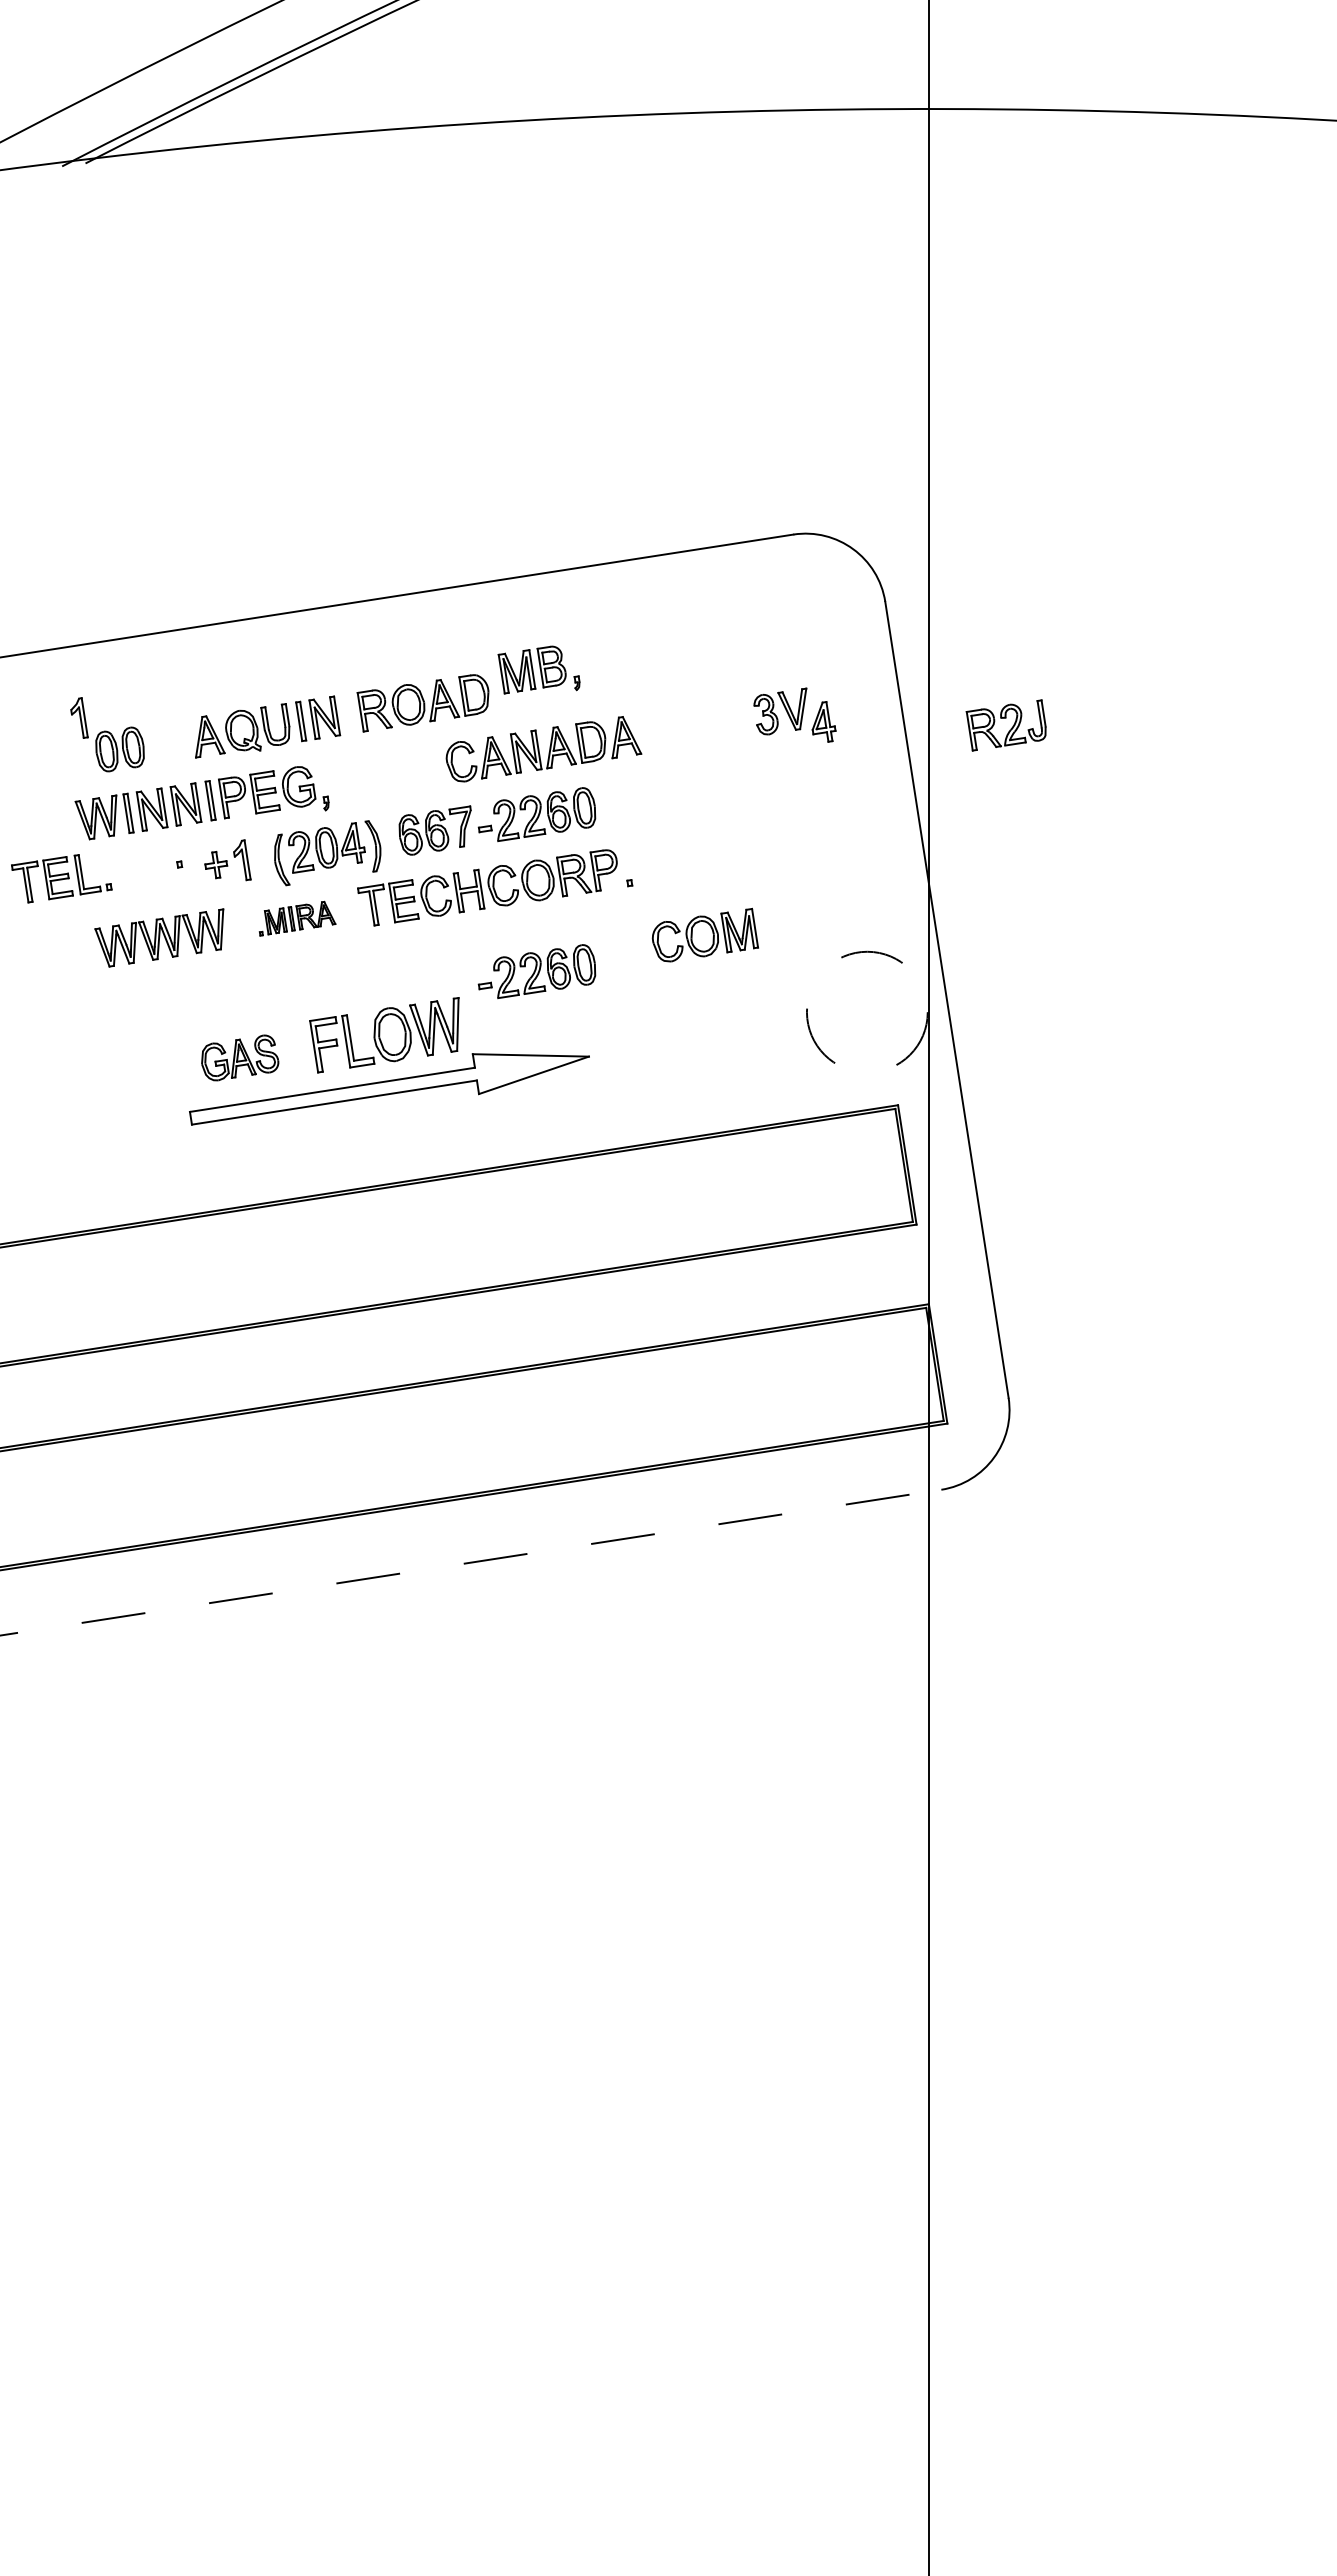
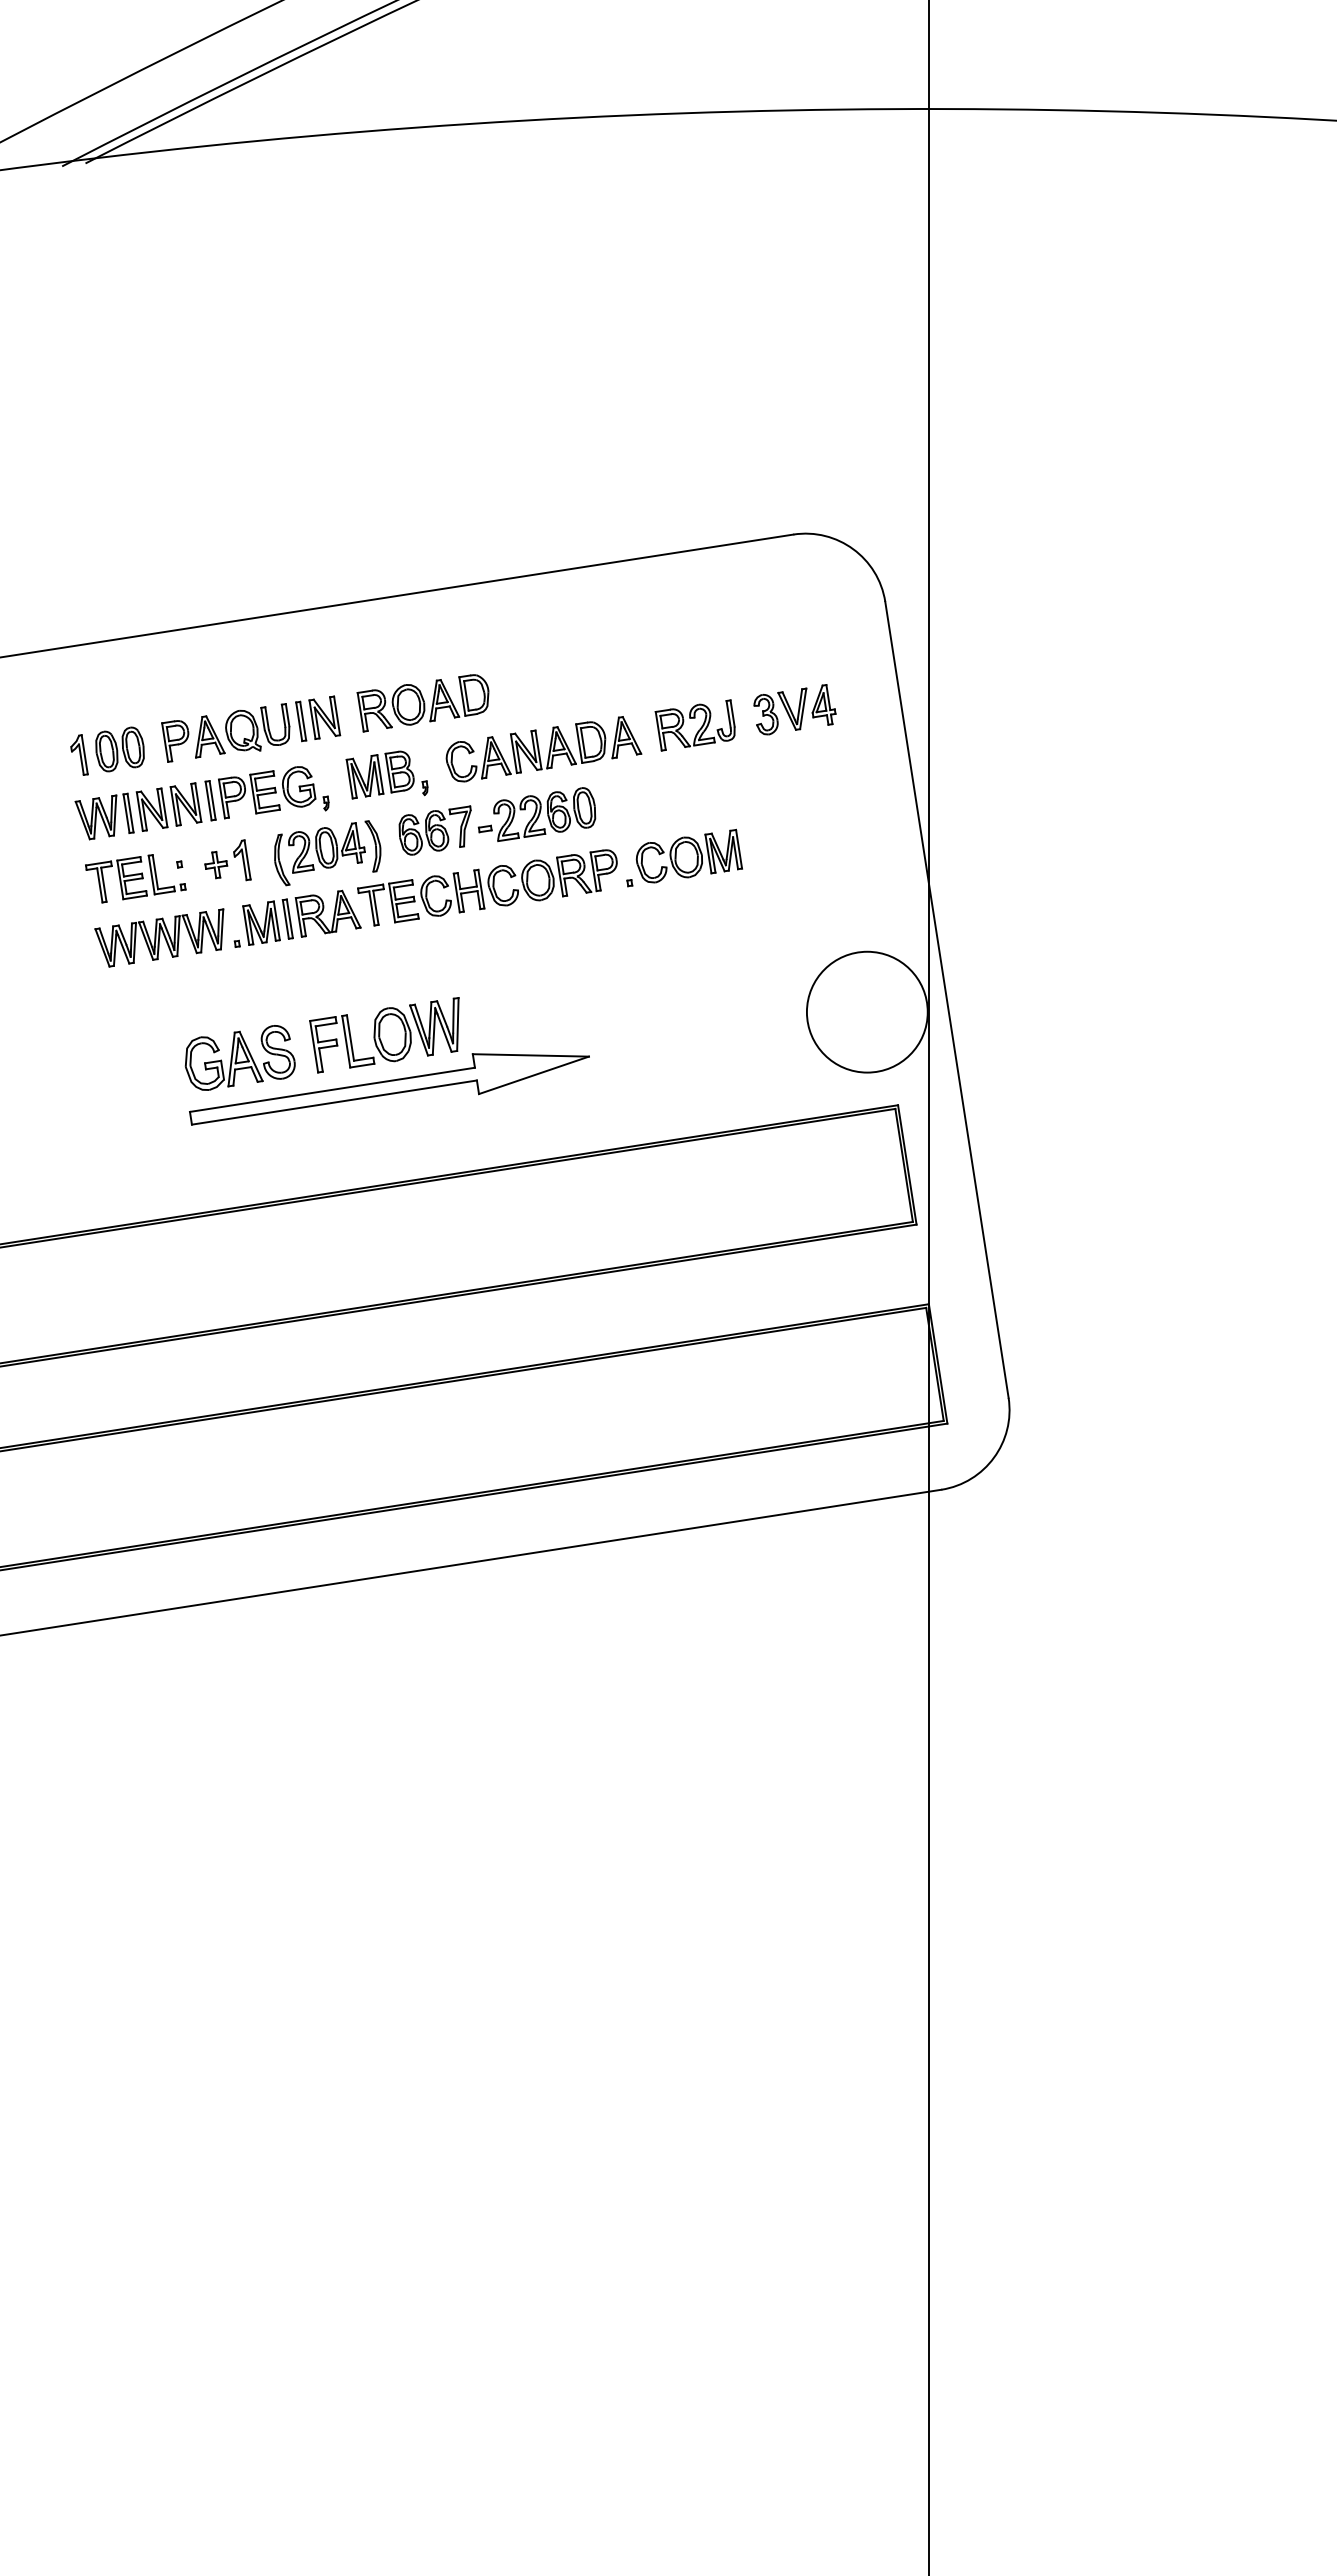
part at (538, 669) position: (538, 669) -> (386, 774)
part at (79, 717) position: (79, 717) -> (79, 754)
part at (823, 721) position: (823, 721) -> (823, 704)
part at (1005, 725) position: (1005, 725) -> (694, 725)
part at (175, 741): none -> present
part at (61, 878) position: (61, 878) -> (135, 878)
part at (297, 918) size: 79x37 px -> 129x59 px
part at (704, 934) position: (704, 934) -> (688, 855)
part at (536, 971): present -> none
circle at (866, 1011): dashed -> solid
part at (240, 1057) size: 79x48 px -> 112x66 px
line at (471, 1562): dashed -> solid
